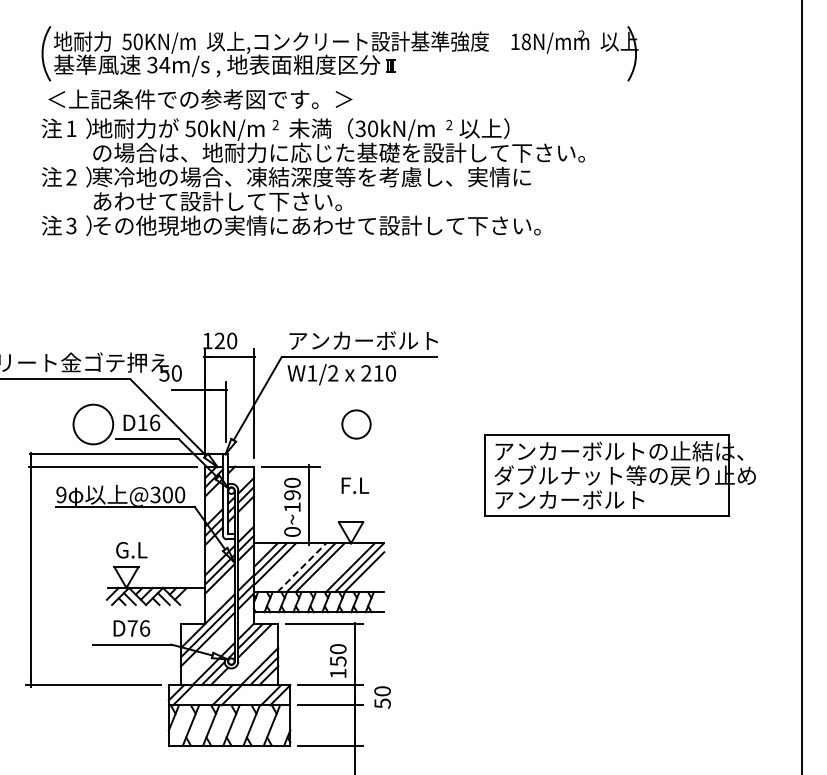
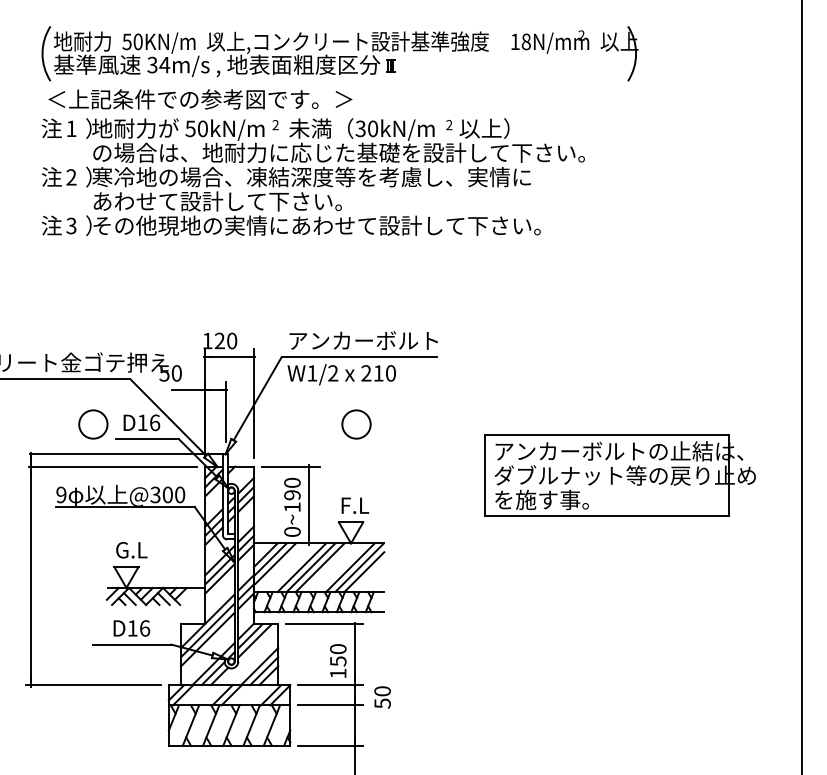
circle at (93, 424) diameter: 40 px -> 28 px
text at (355, 485) position: (355, 485) -> (355, 505)
text at (569, 499): アンカーボルト -> を施す事。
line at (302, 567): dashed -> solid
text at (132, 628): D76 -> D16
